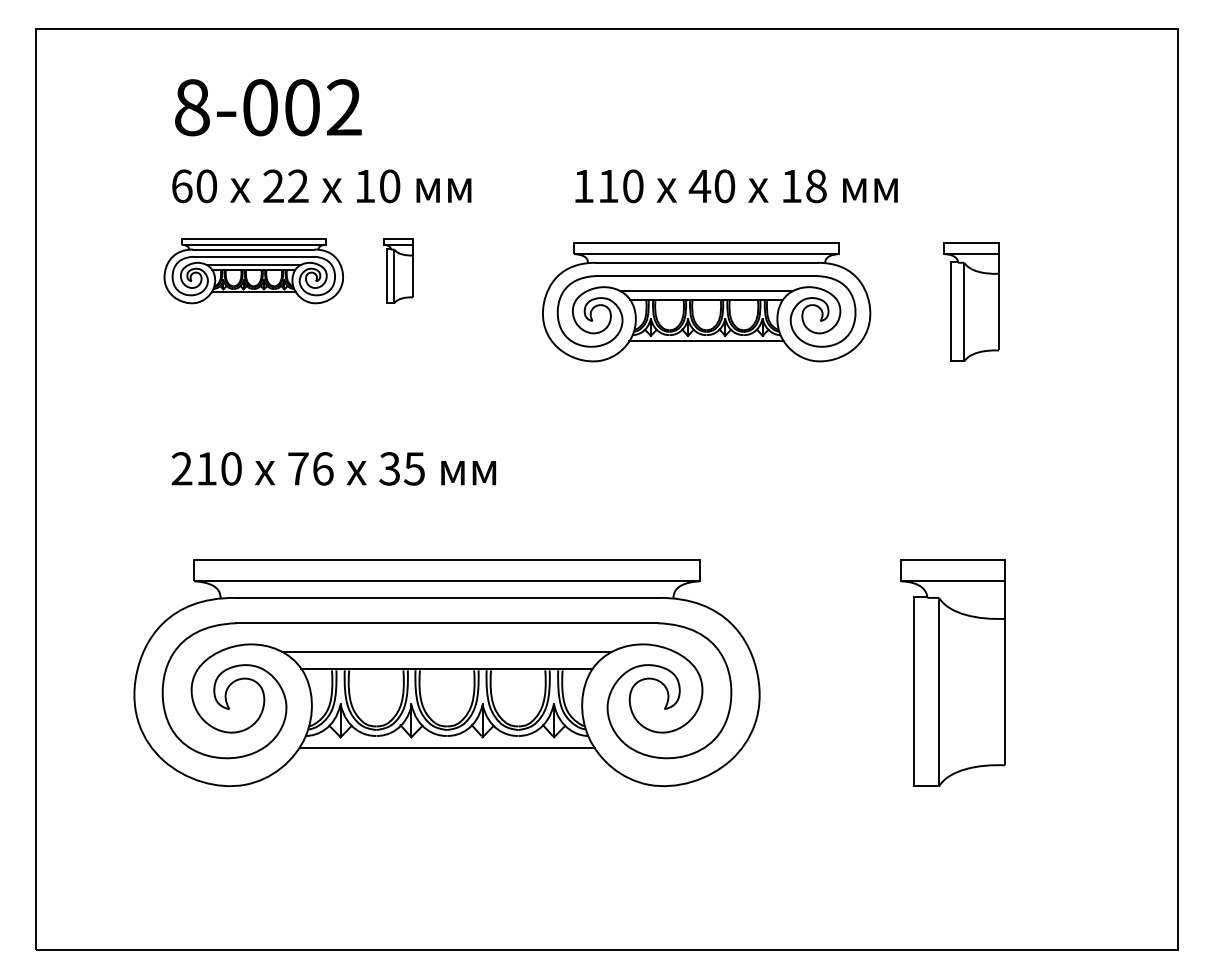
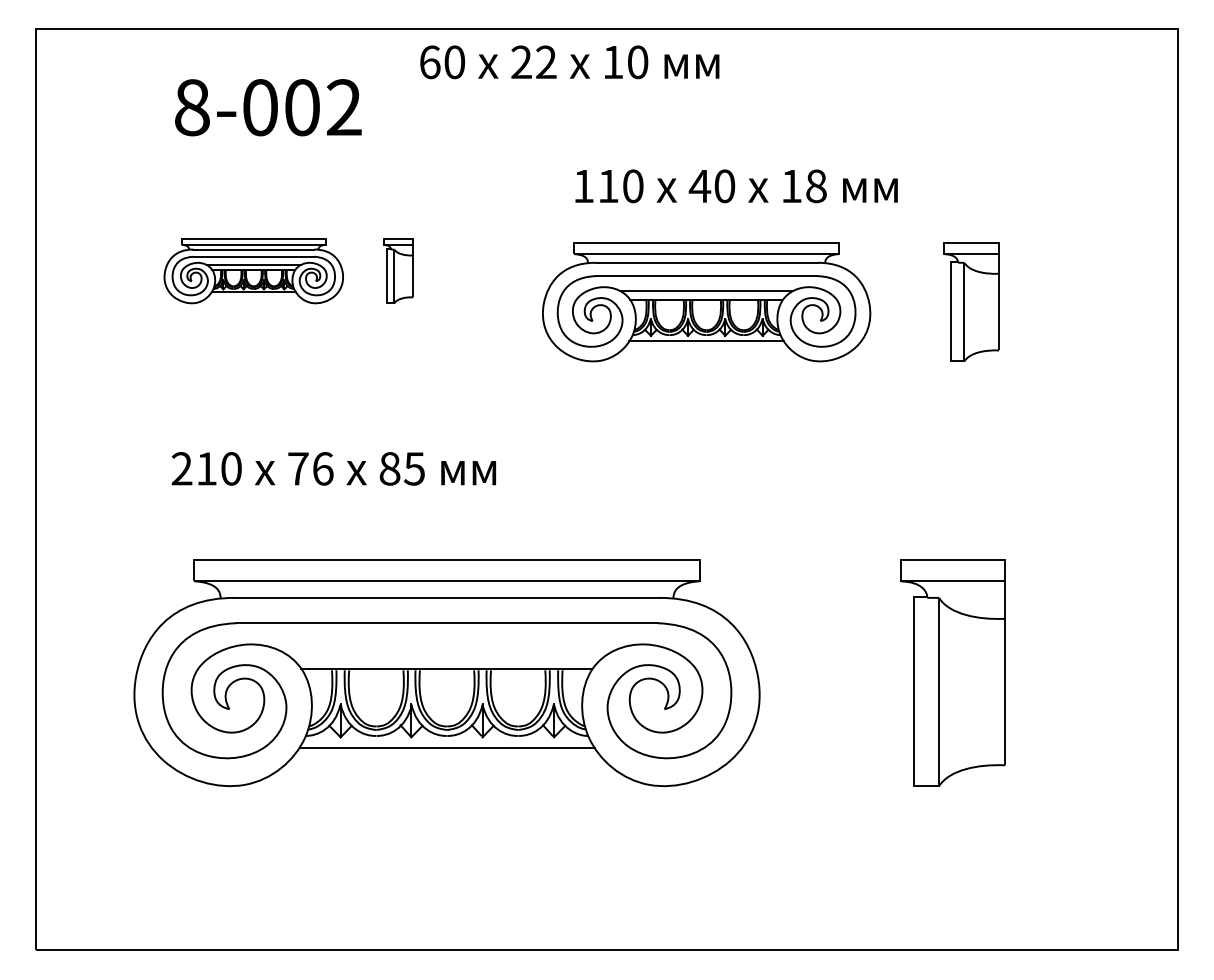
text at (321, 186) position: (321, 186) -> (569, 62)
text at (389, 468): 35 -> 85
line at (446, 651): present -> none
